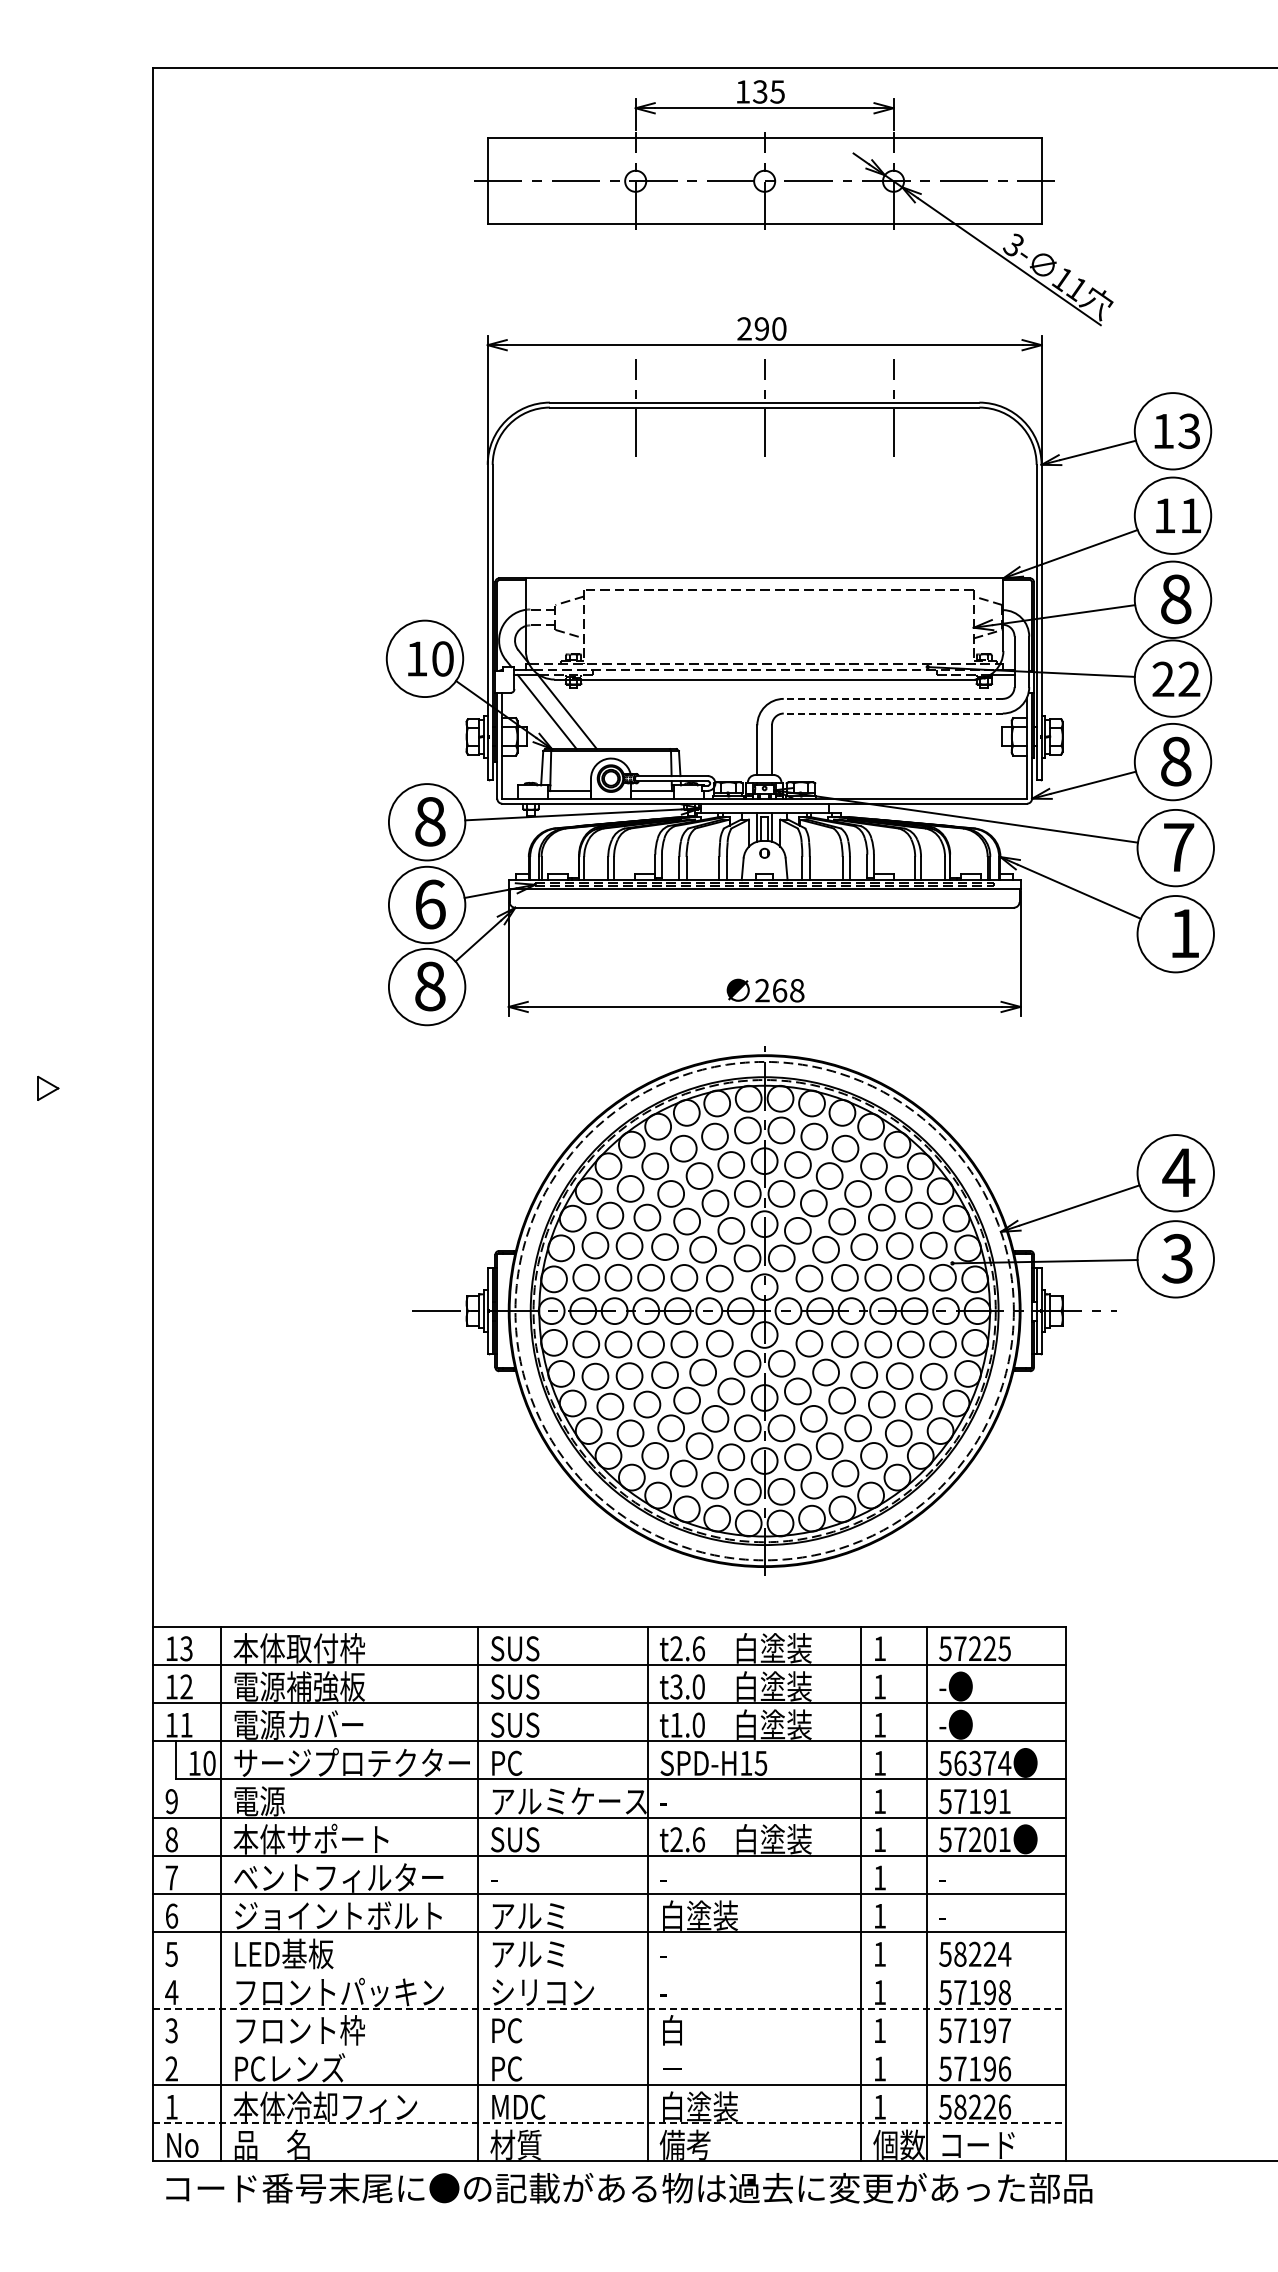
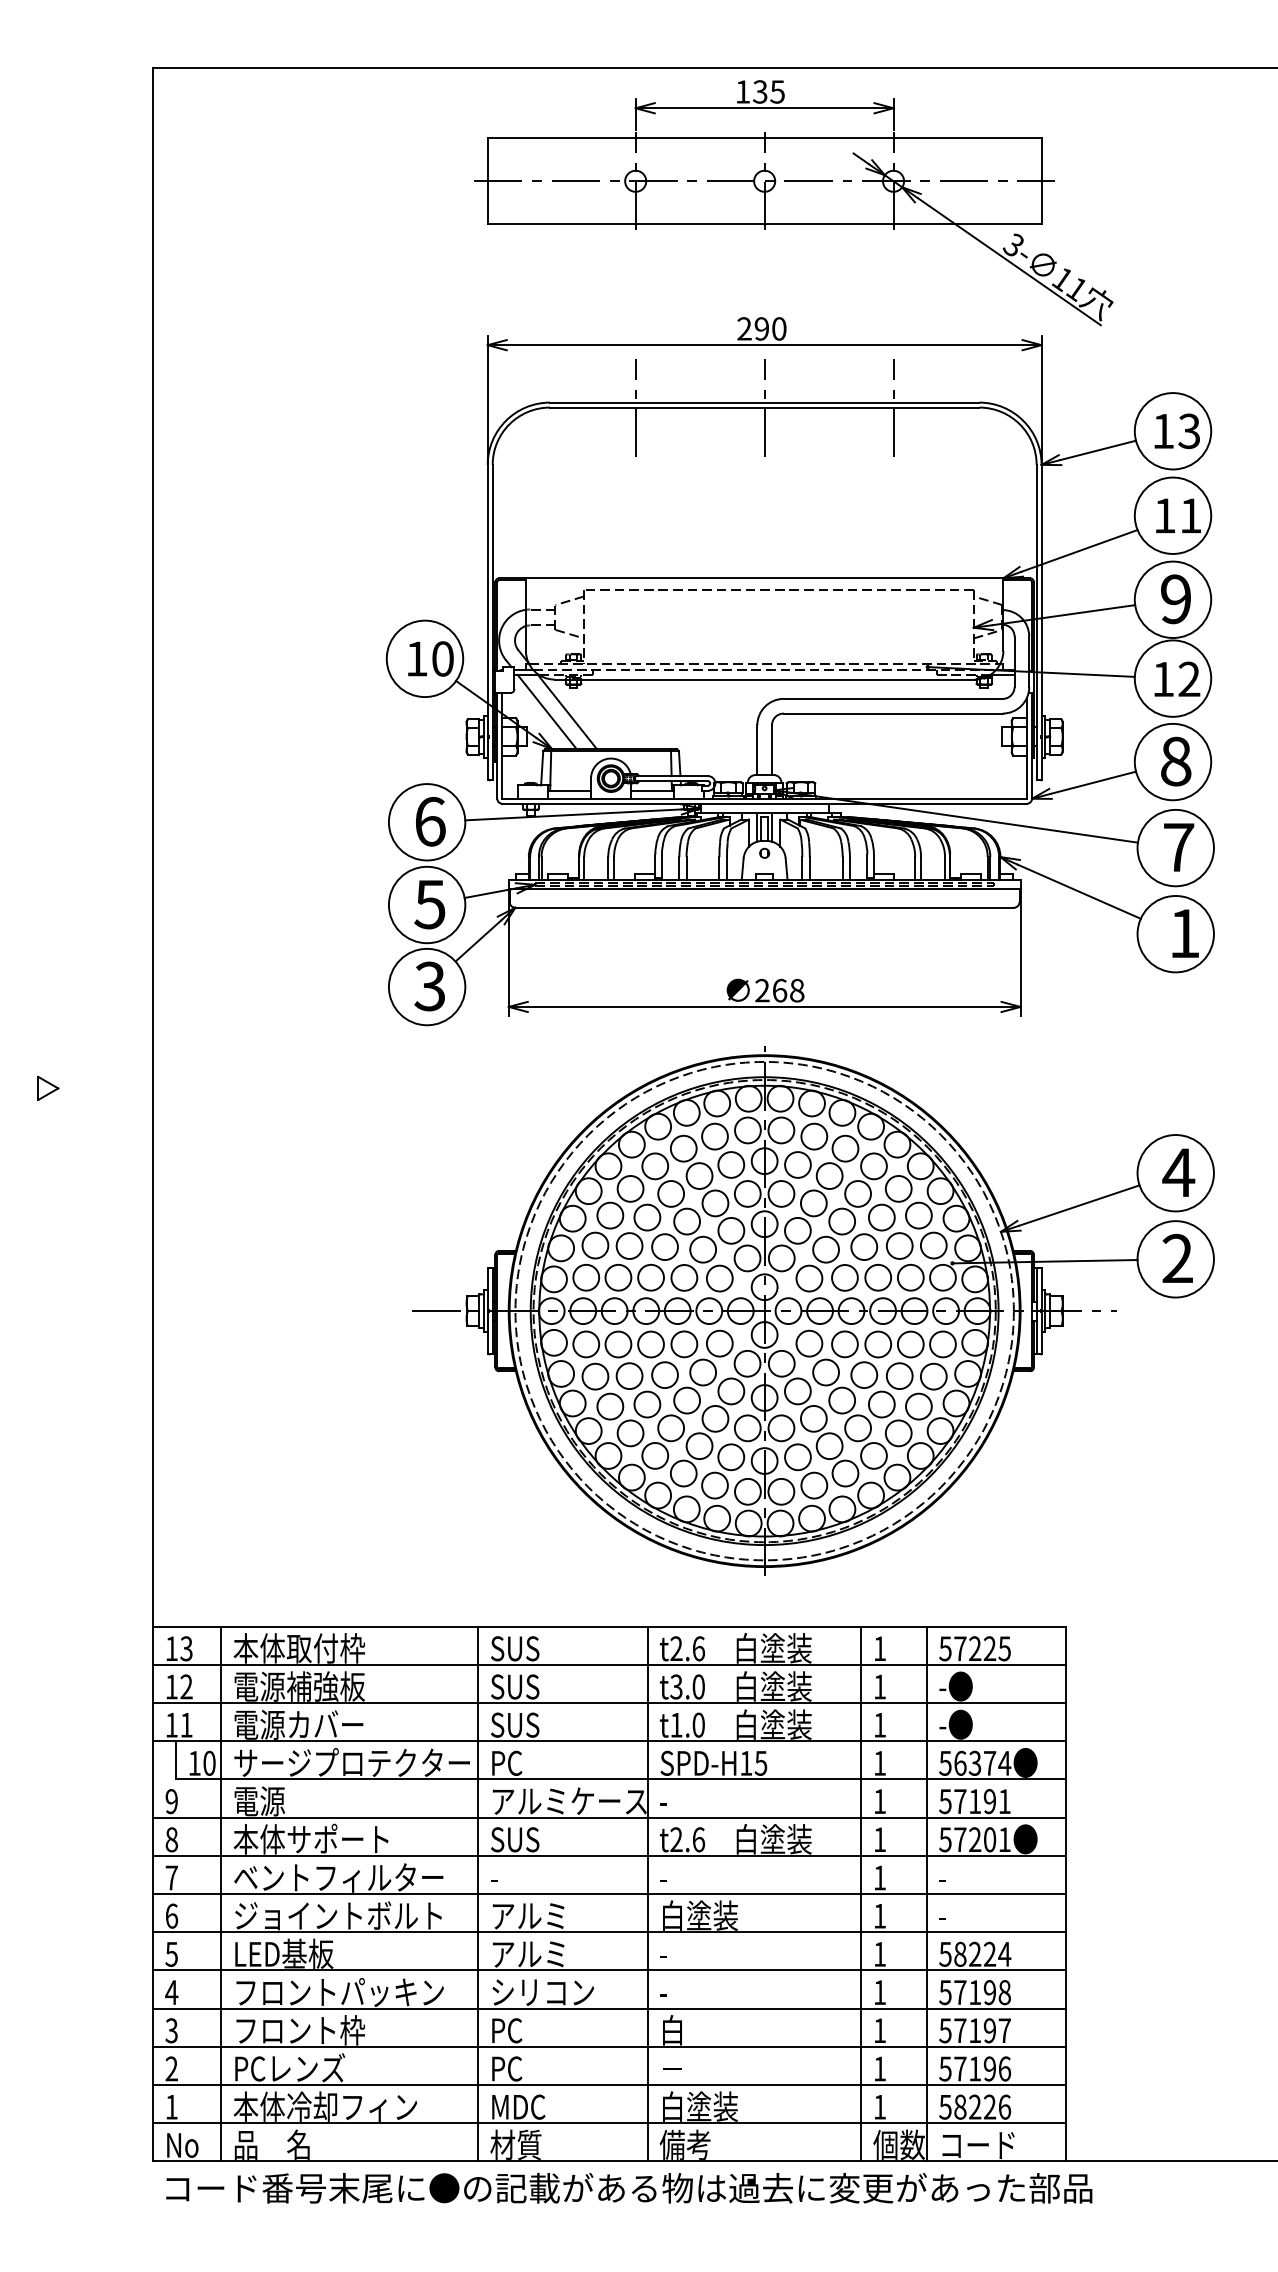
text at (1176, 599): 8 -> 9
text at (1163, 678): 22 -> 12
line at (893, 698): dashed -> solid
line at (893, 713): dashed -> solid
text at (430, 821): 8 -> 6
text at (429, 904): 6 -> 5
text at (429, 986): 8 -> 3
text at (1177, 1258): 3 -> 2
line at (609, 1970): none -> present
line at (609, 2008): dashed -> solid
line at (609, 2046): none -> present
line at (609, 2123): dashed -> solid
